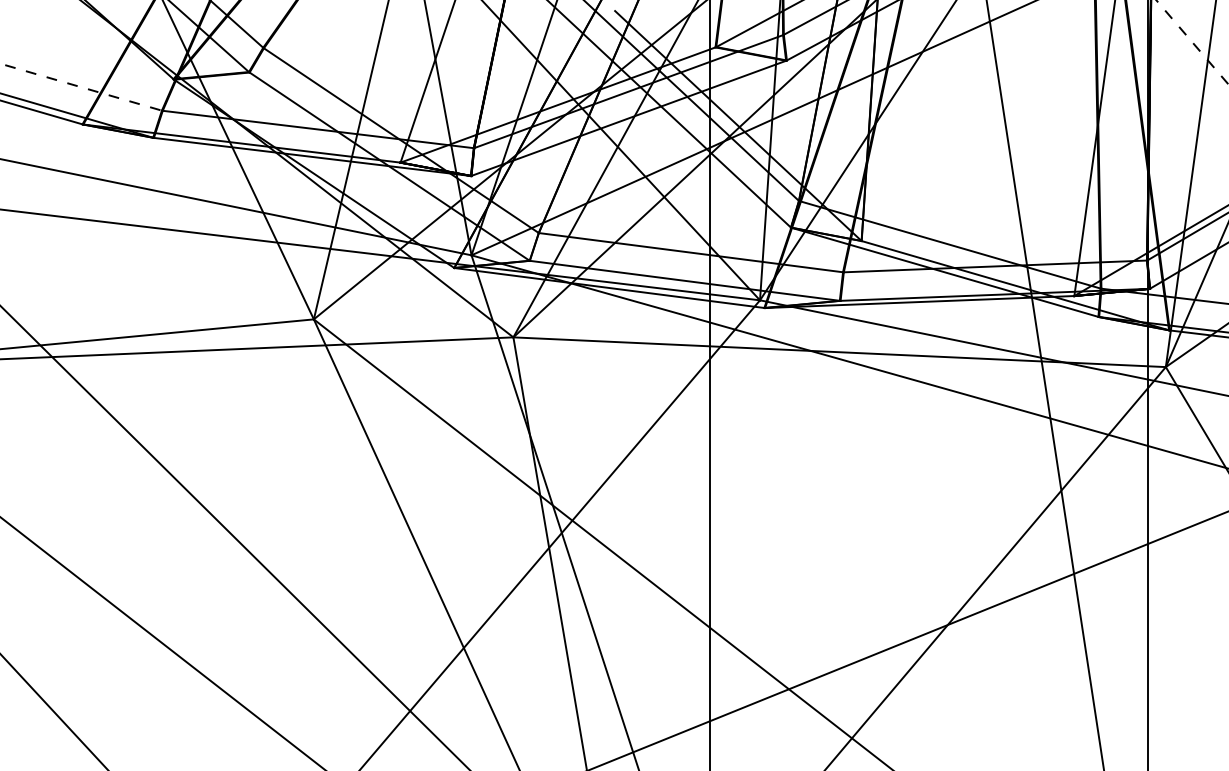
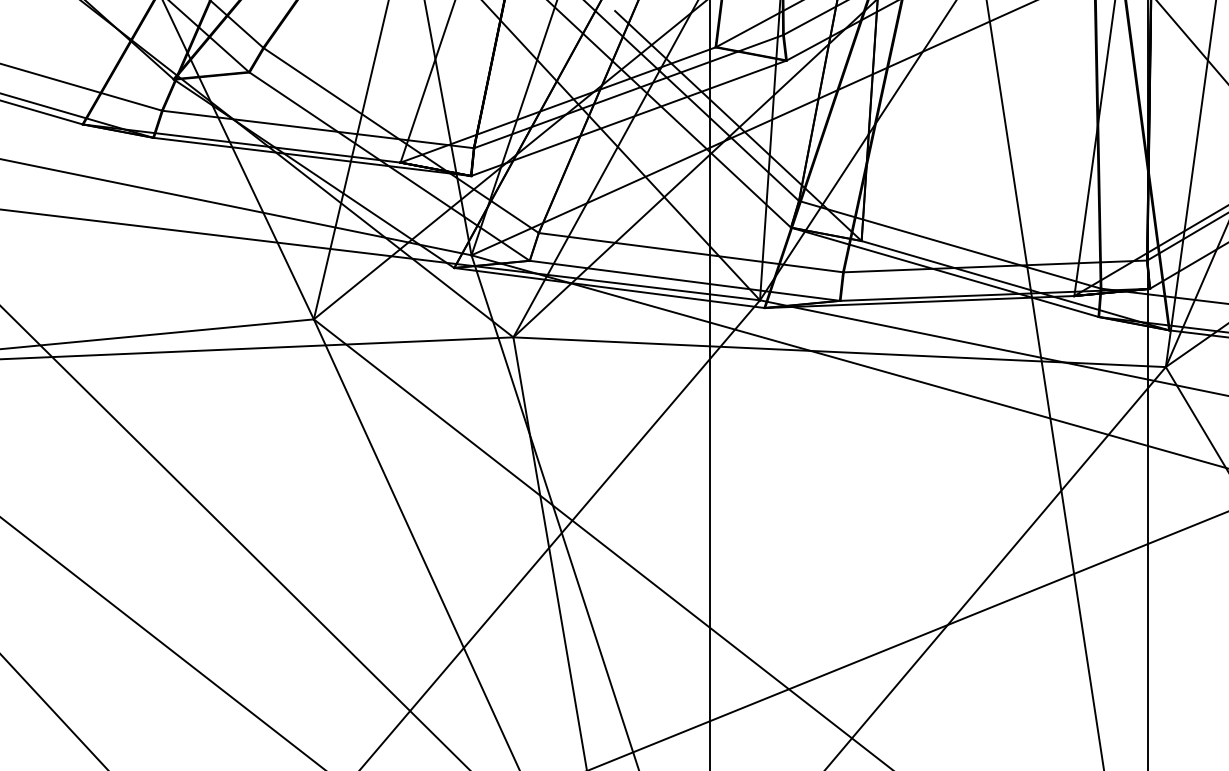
line at (1192, 42): dashed -> solid
line at (81, 87): dashed -> solid
